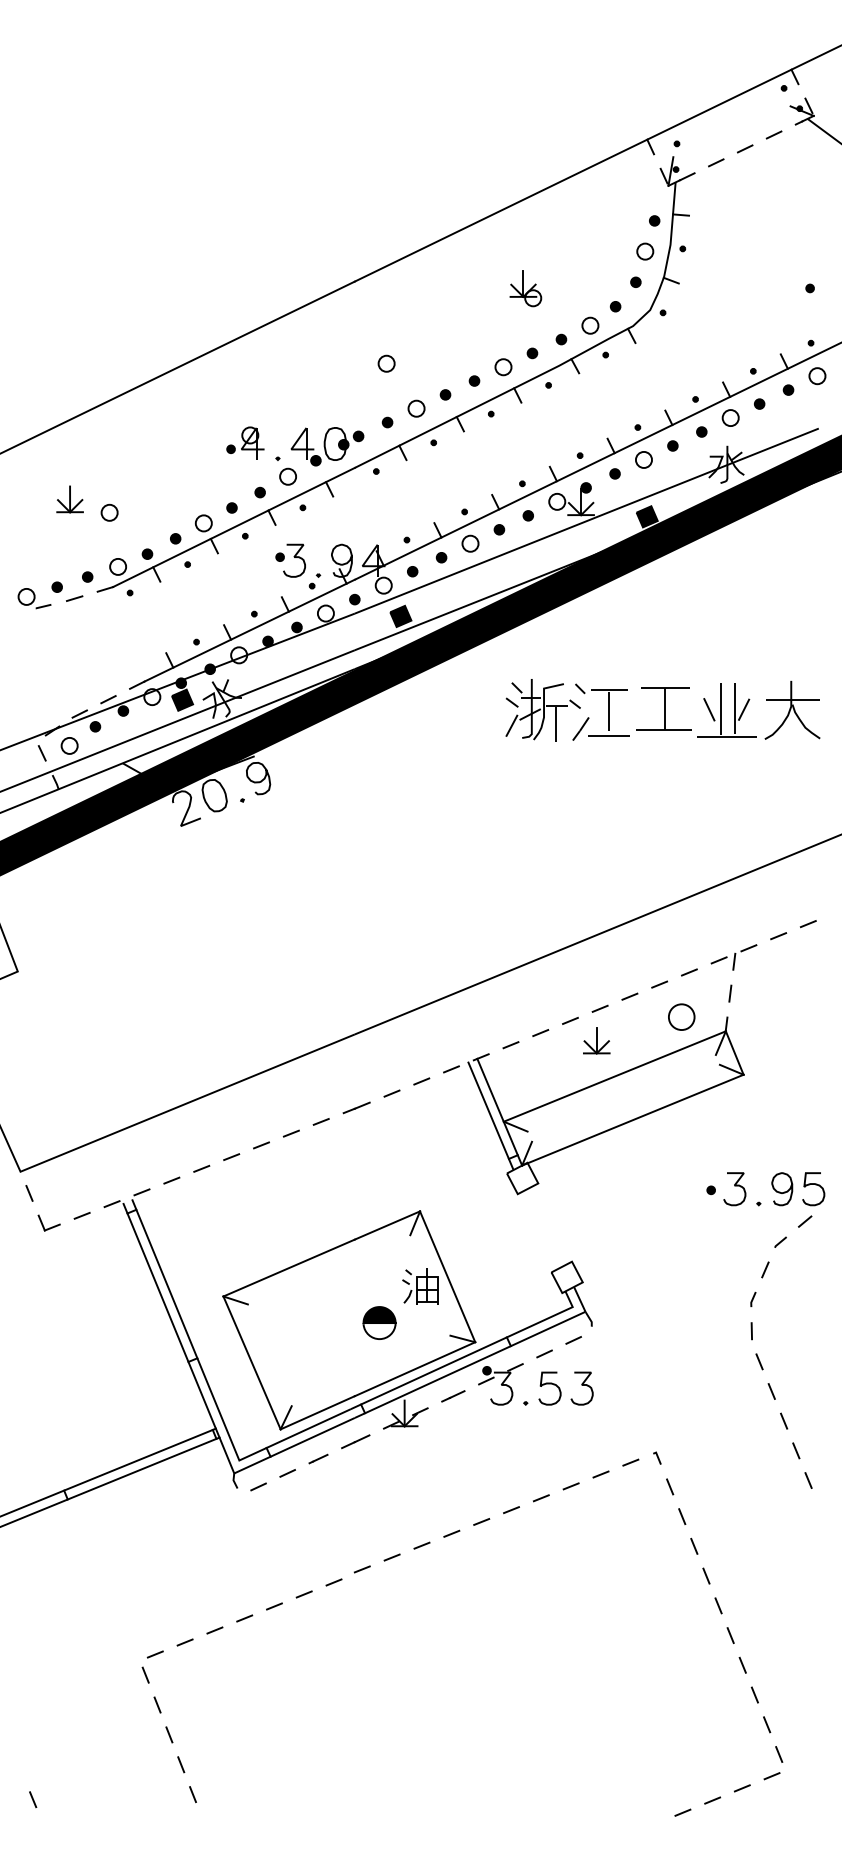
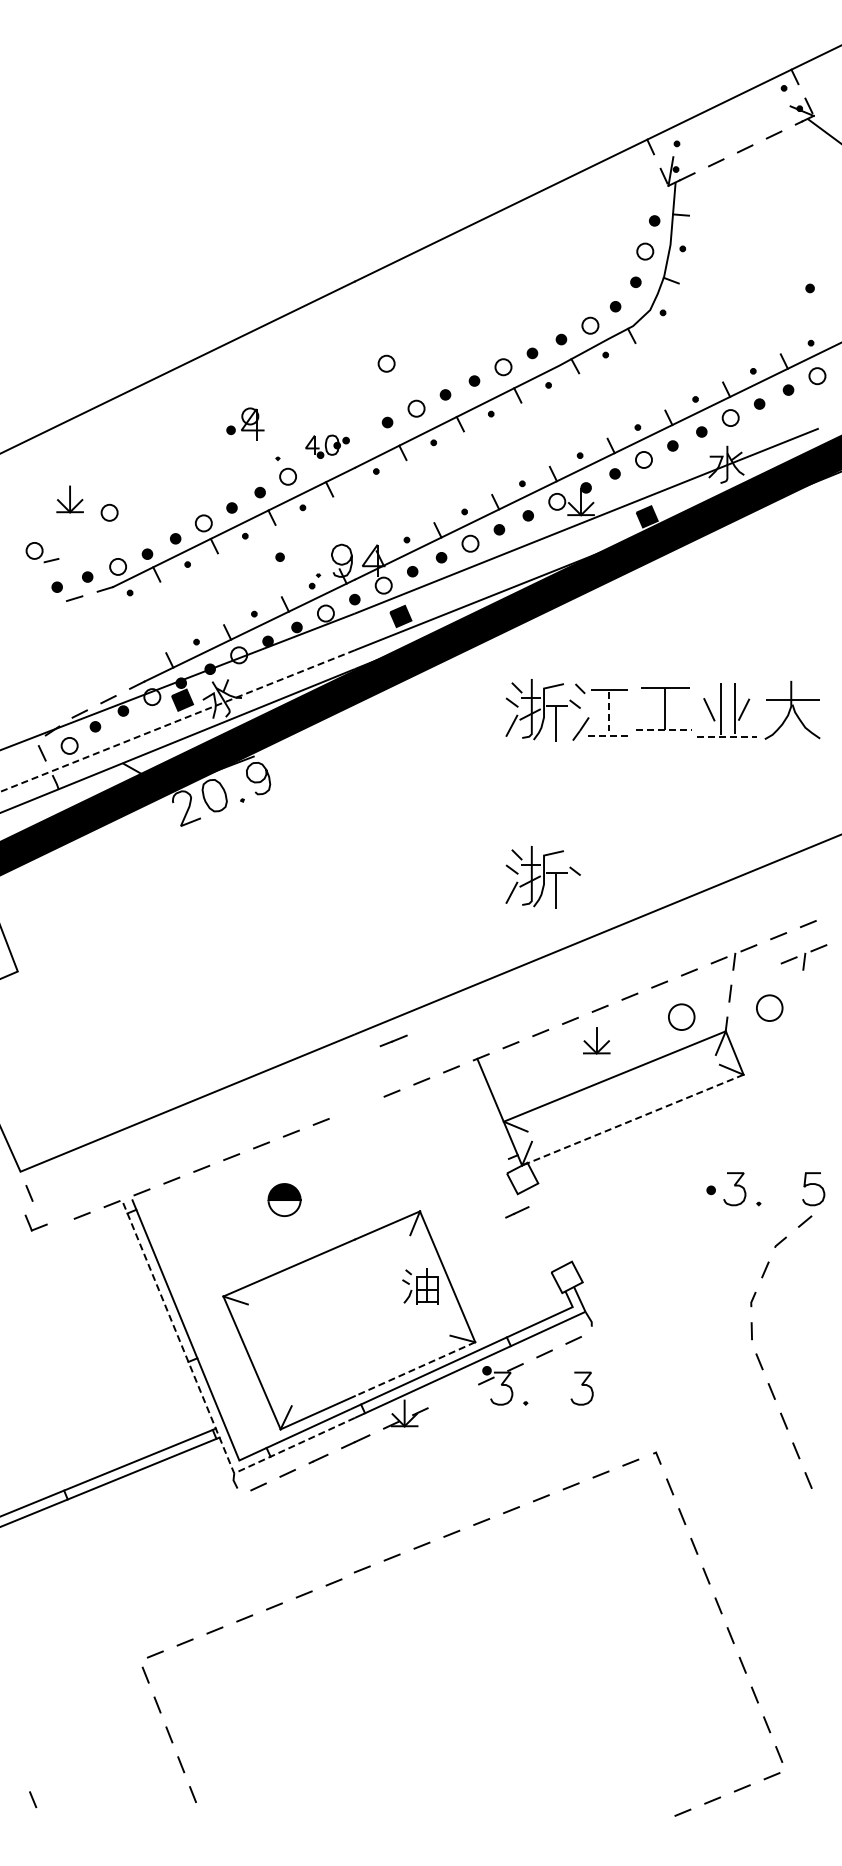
part at (525, 288): present -> none
part at (245, 442) position: (245, 442) -> (245, 423)
part at (327, 446) size: 75x40 px -> 45x25 px
curve at (294, 557): present -> none
part at (34, 598) position: (34, 598) -> (42, 552)
line at (608, 712): solid -> dashed
line at (177, 721): solid -> dashed
line at (664, 730): solid -> dashed
line at (609, 736): solid -> dashed
line at (727, 737): solid -> dashed
part at (542, 877): none -> present
part at (803, 957): none -> present
circle at (769, 1007): none -> present
line at (356, 1107) position: (356, 1107) -> (393, 1040)
line at (490, 1115): present -> none
line at (632, 1120): solid -> dashed
curve at (780, 1191): present -> none
part at (48, 1222) position: (48, 1222) -> (35, 1222)
part at (379, 1322) position: (379, 1322) -> (284, 1199)
line at (415, 1369): solid -> dashed
curve at (549, 1384): present -> none
line at (453, 1396) position: (453, 1396) -> (517, 1212)
line at (204, 1400): solid -> dashed
